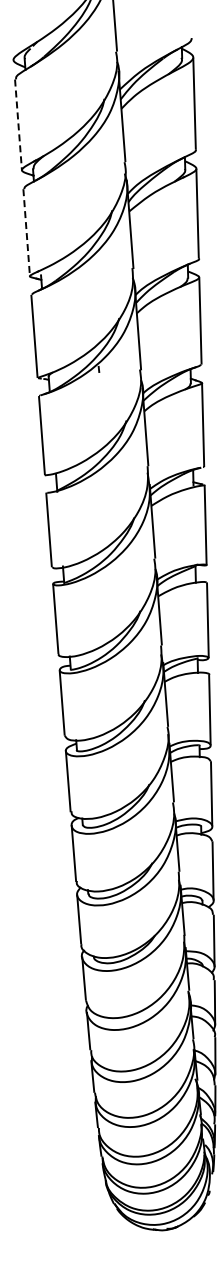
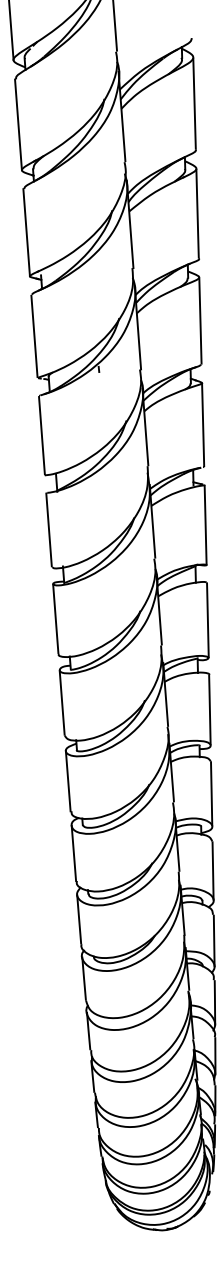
line at (11, 30): none -> present
line at (18, 125): dashed -> solid
line at (26, 232): dashed -> solid
